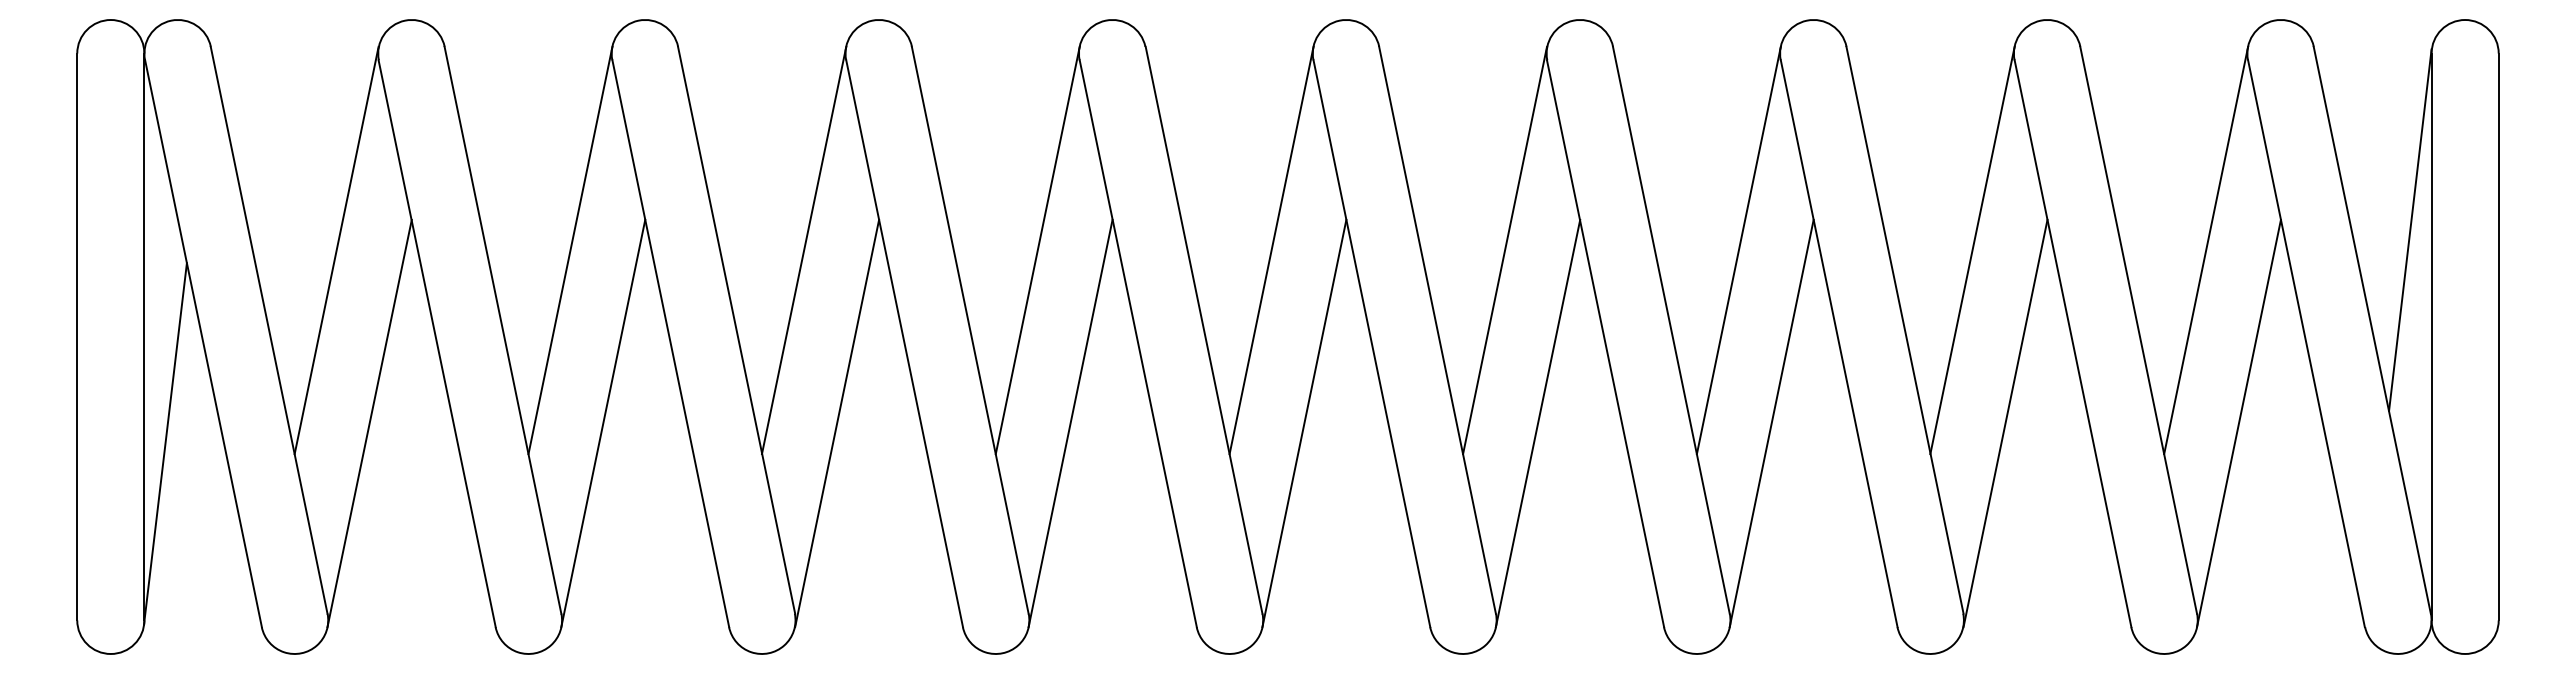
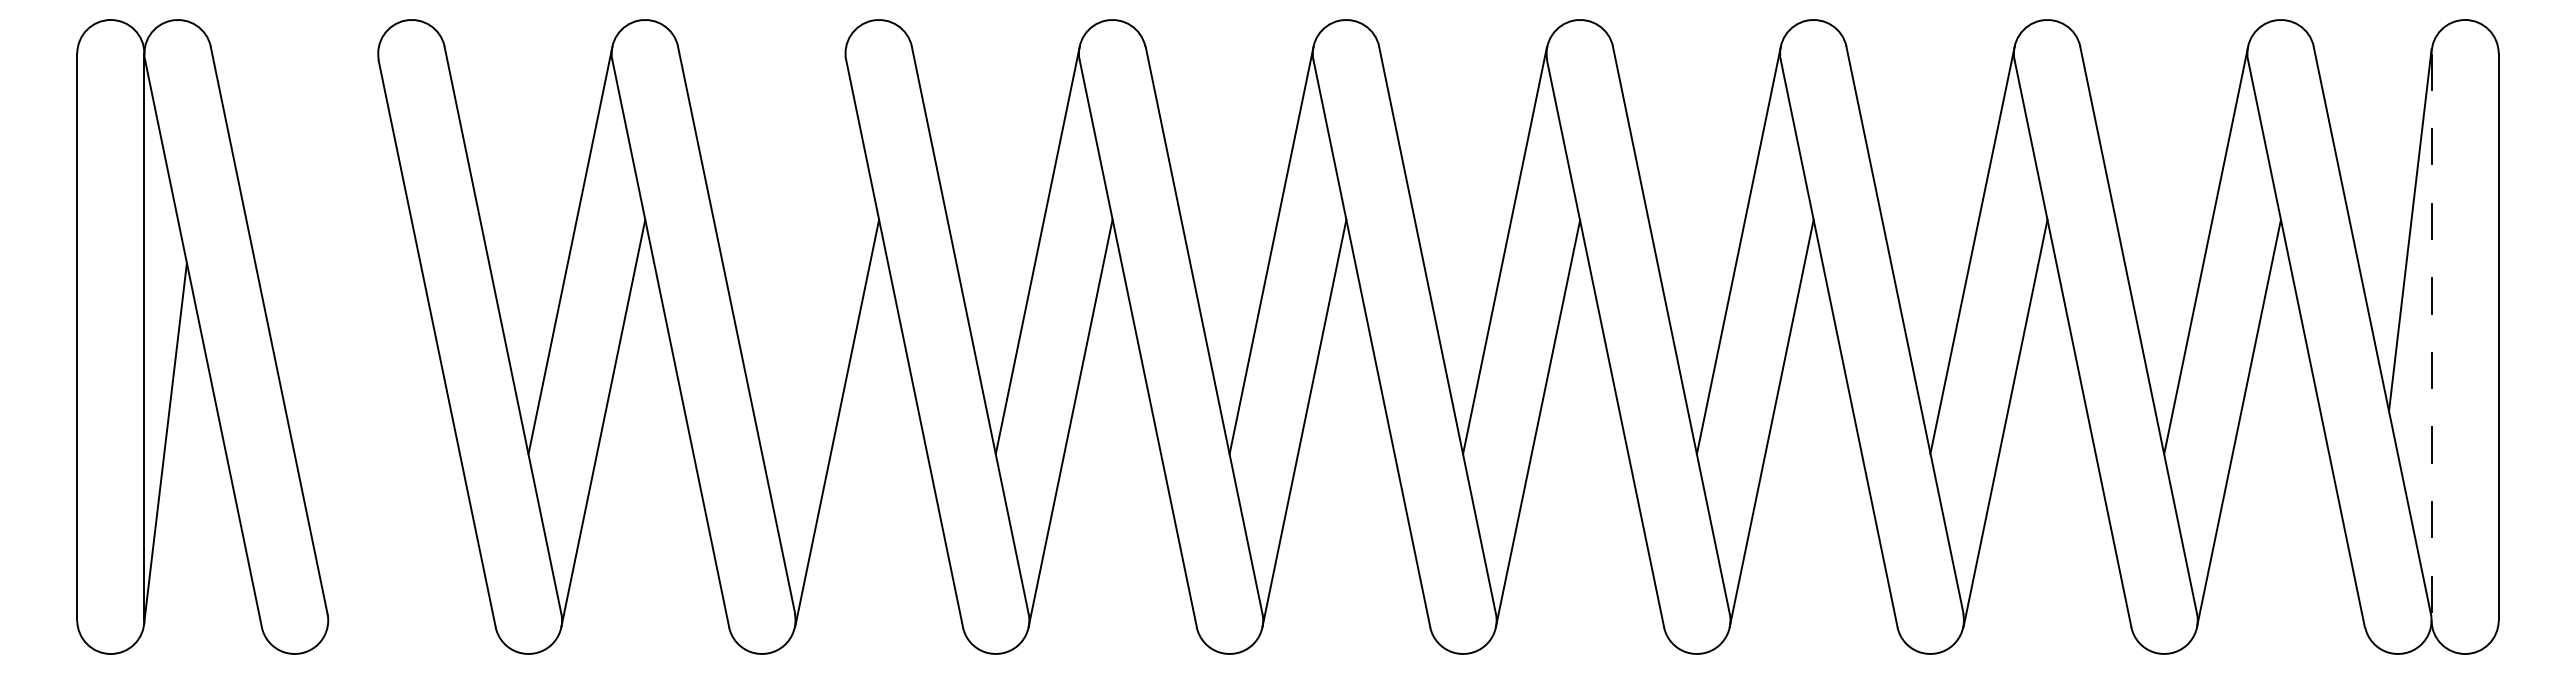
line at (336, 250): present -> none
line at (803, 250): present -> none
line at (2431, 337): solid -> dashed
line at (369, 423): present -> none
